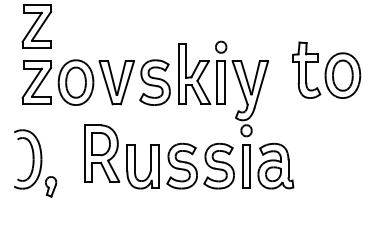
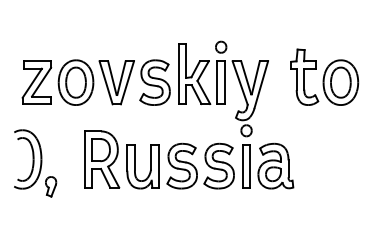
part at (36, 26): present -> none
part at (326, 69) position: (326, 69) -> (324, 76)
part at (102, 153) position: (102, 153) -> (102, 159)
